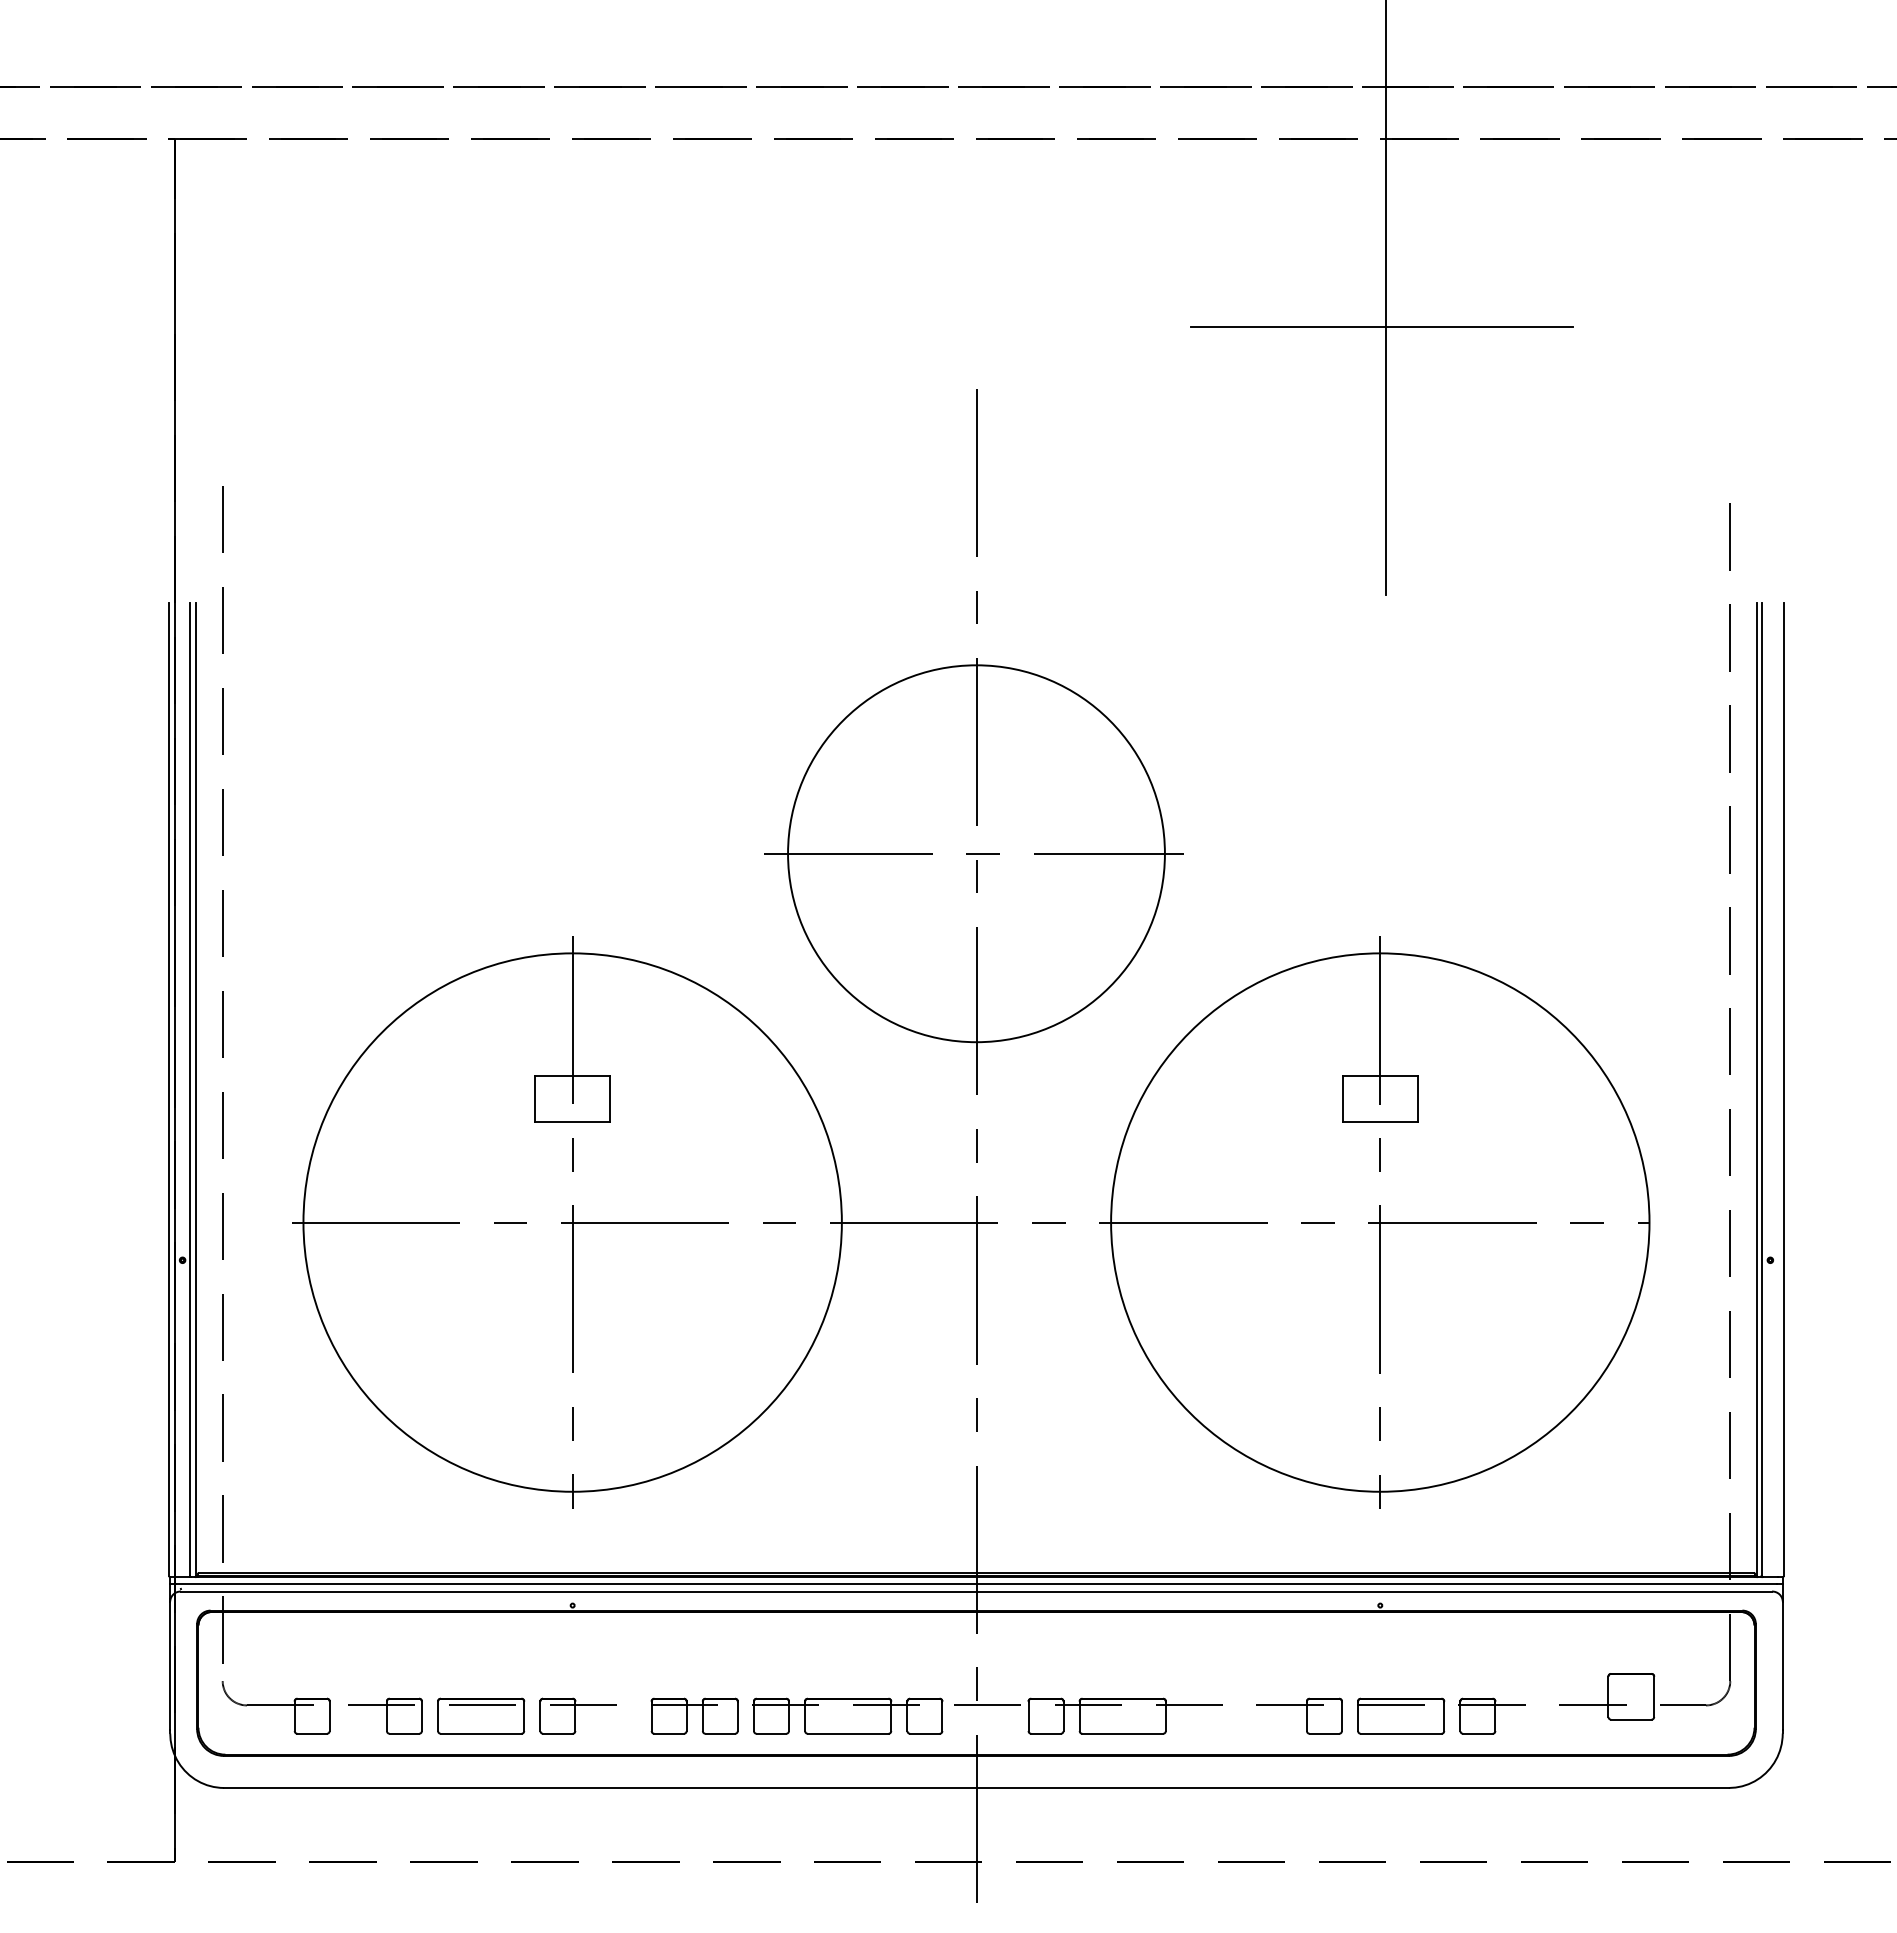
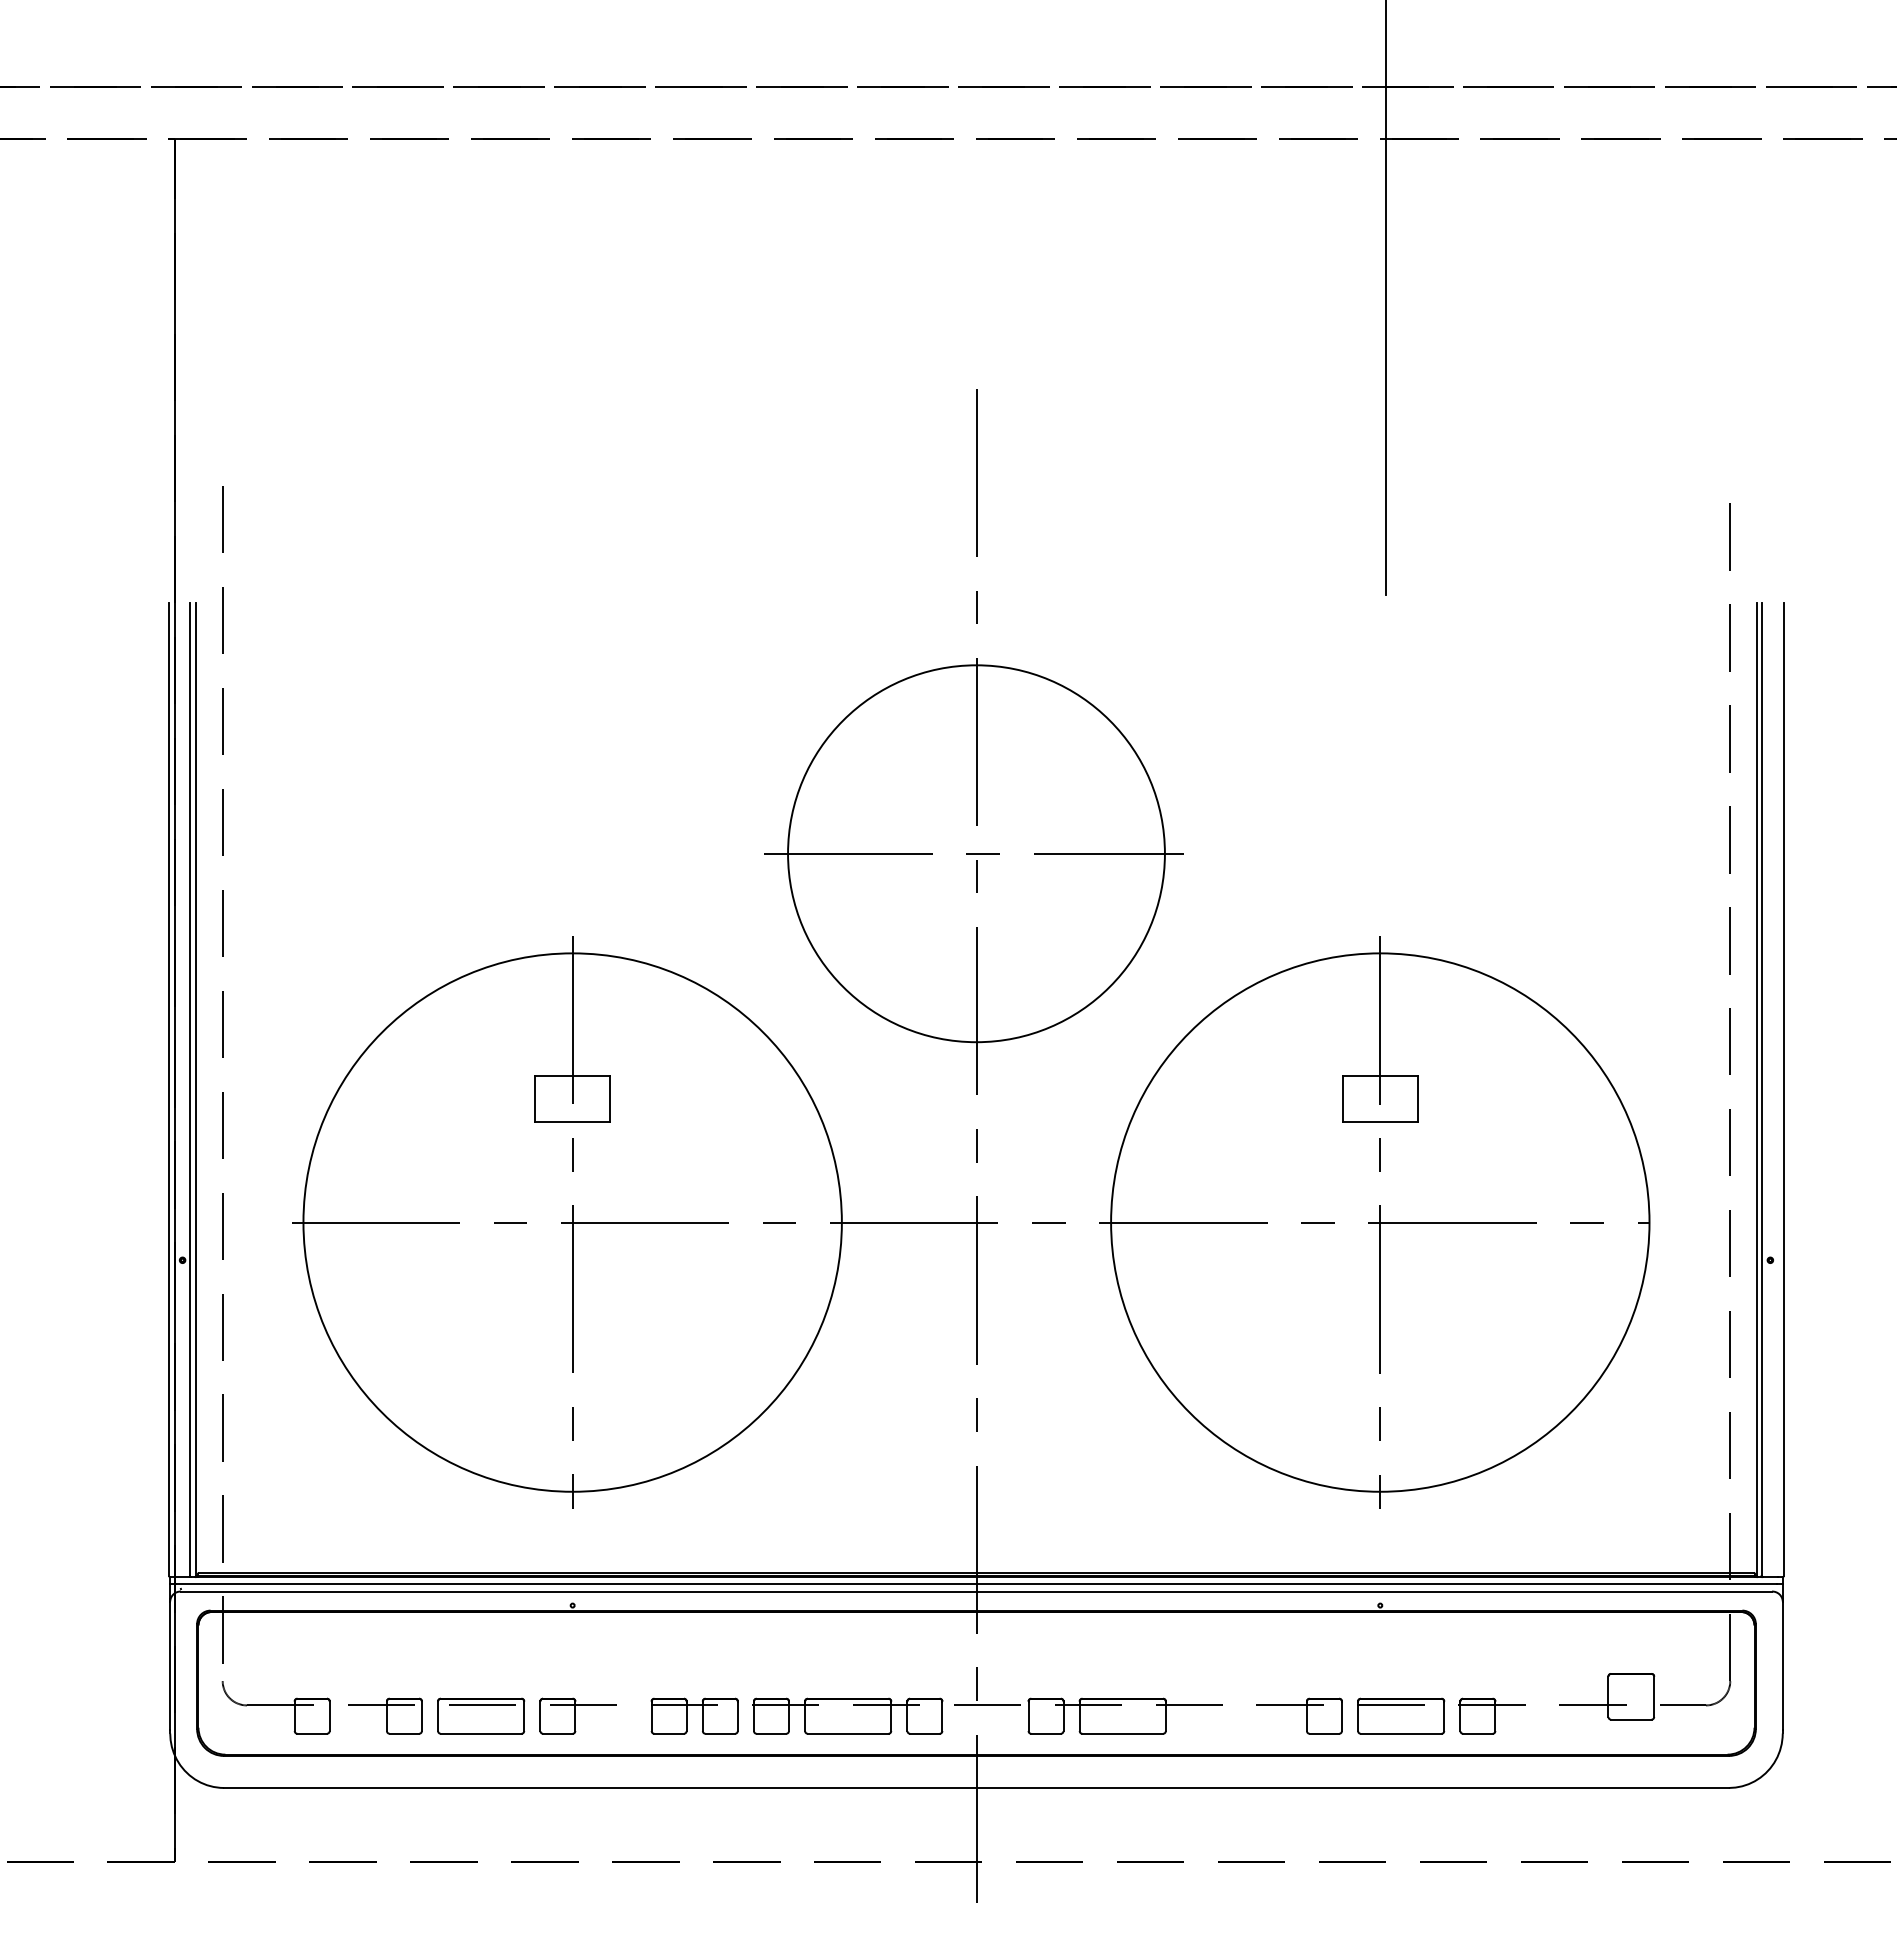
line at (1381, 327): present -> none
